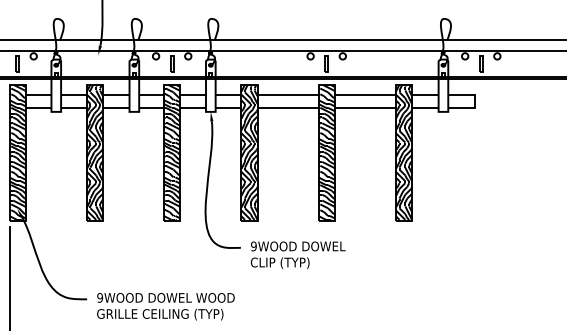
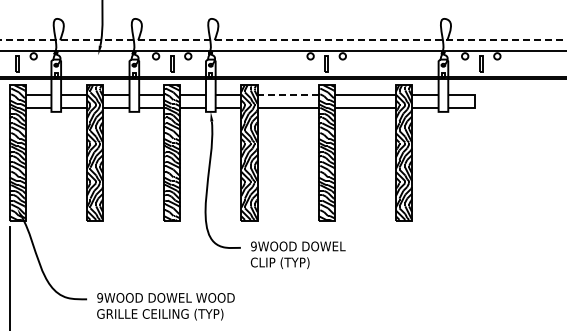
line at (283, 40): solid -> dashed
line at (288, 95): solid -> dashed
